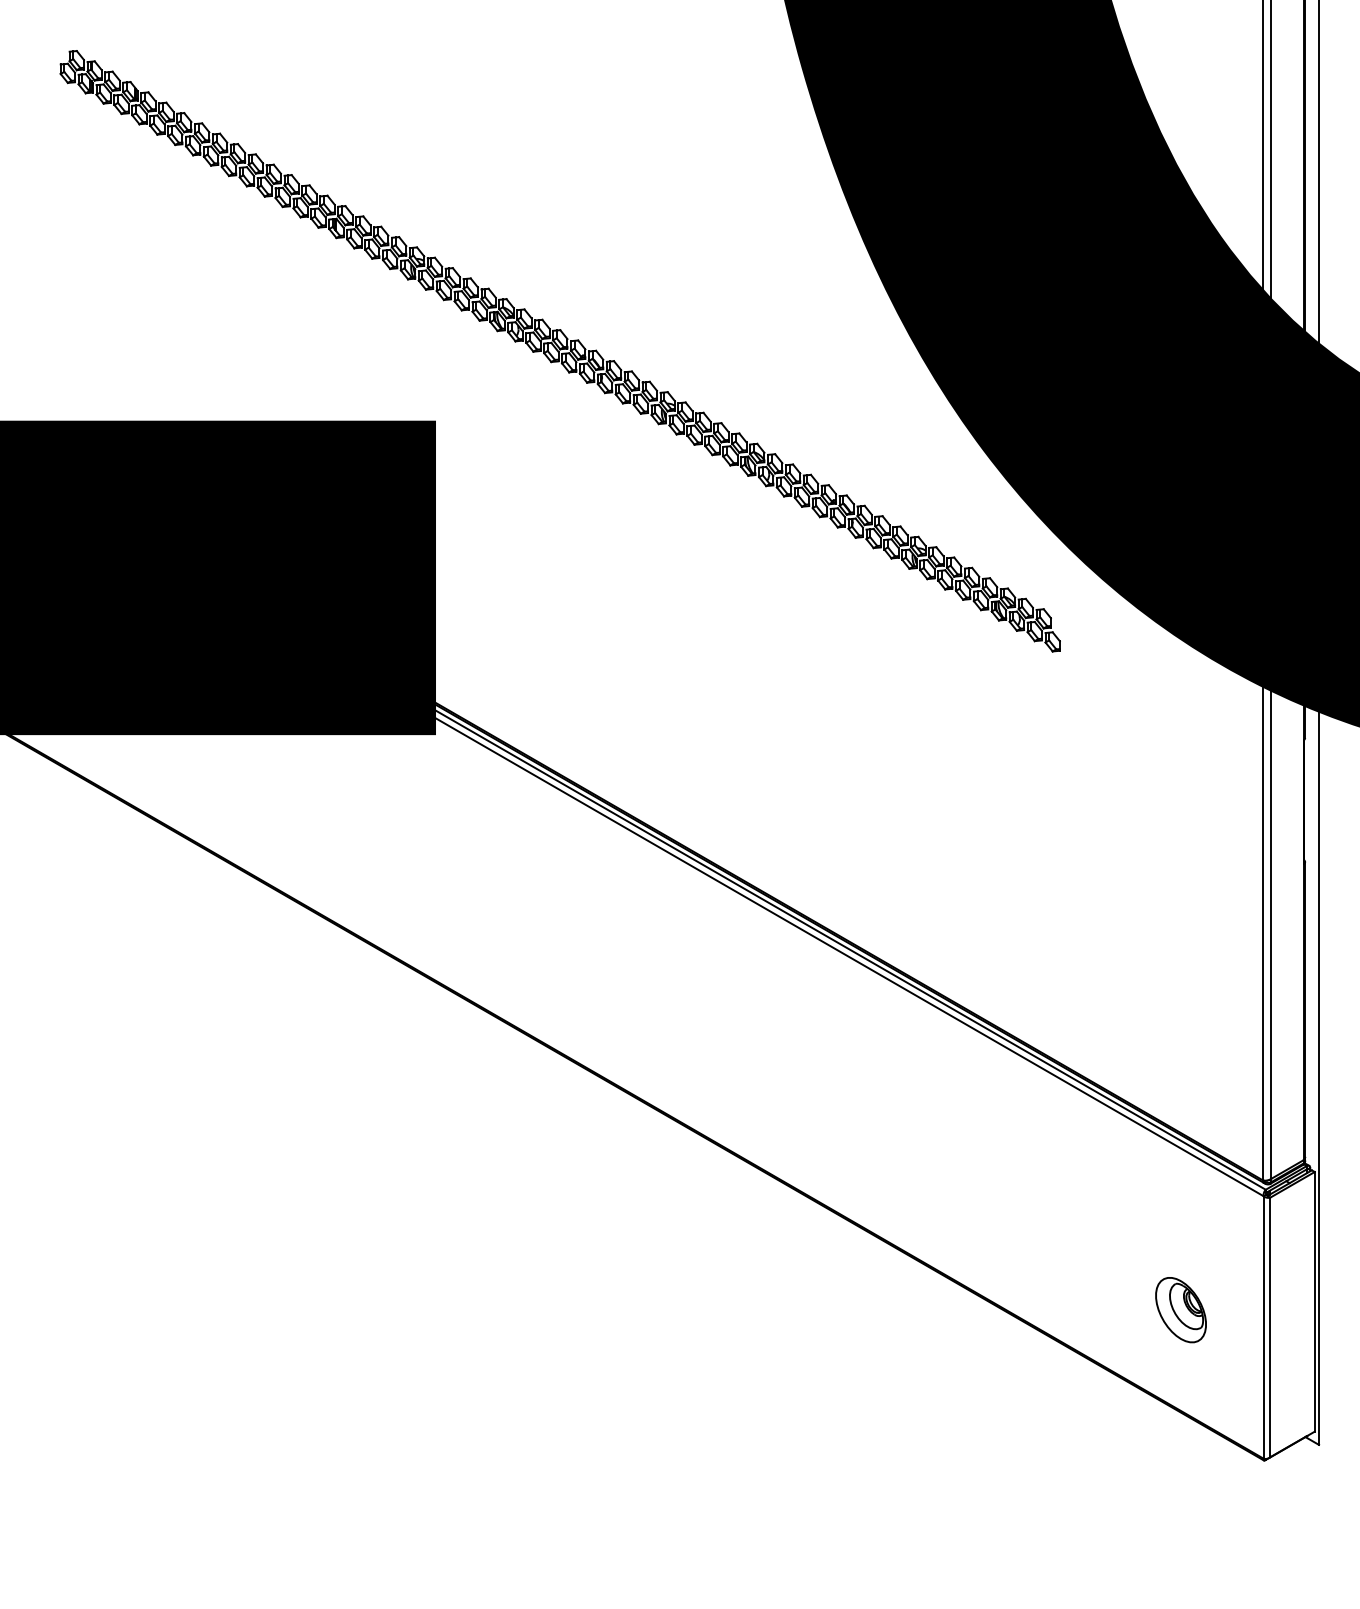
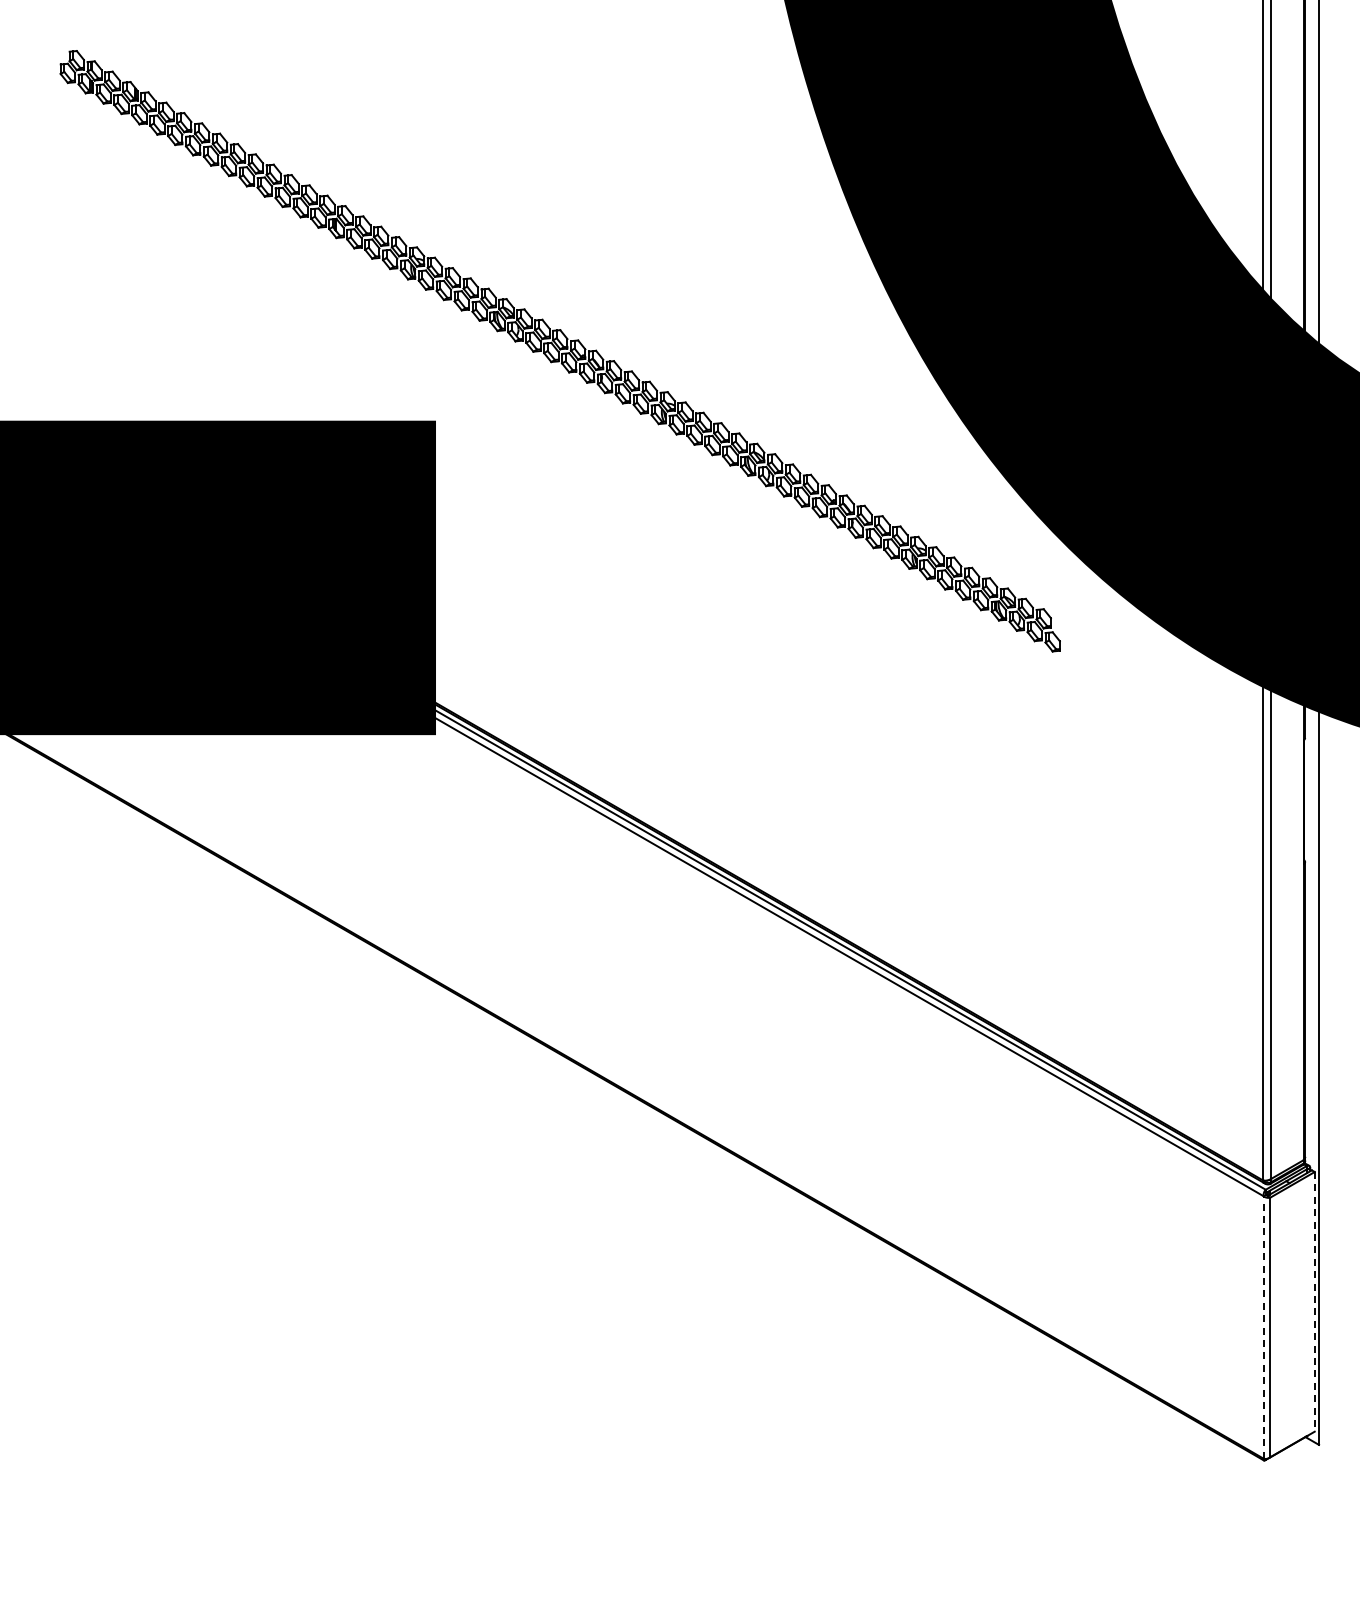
line at (1314, 1301): solid -> dashed
part at (1180, 1310): present -> none
line at (1263, 1326): solid -> dashed
